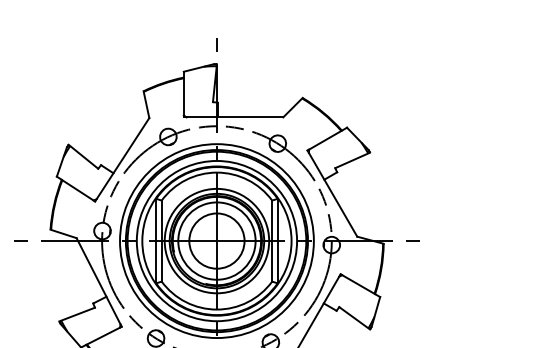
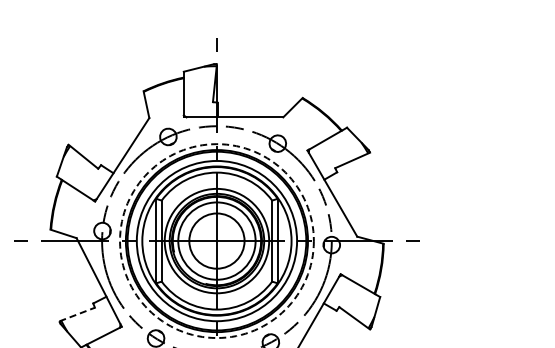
circle at (216, 241): solid -> dashed
line at (77, 314): solid -> dashed
